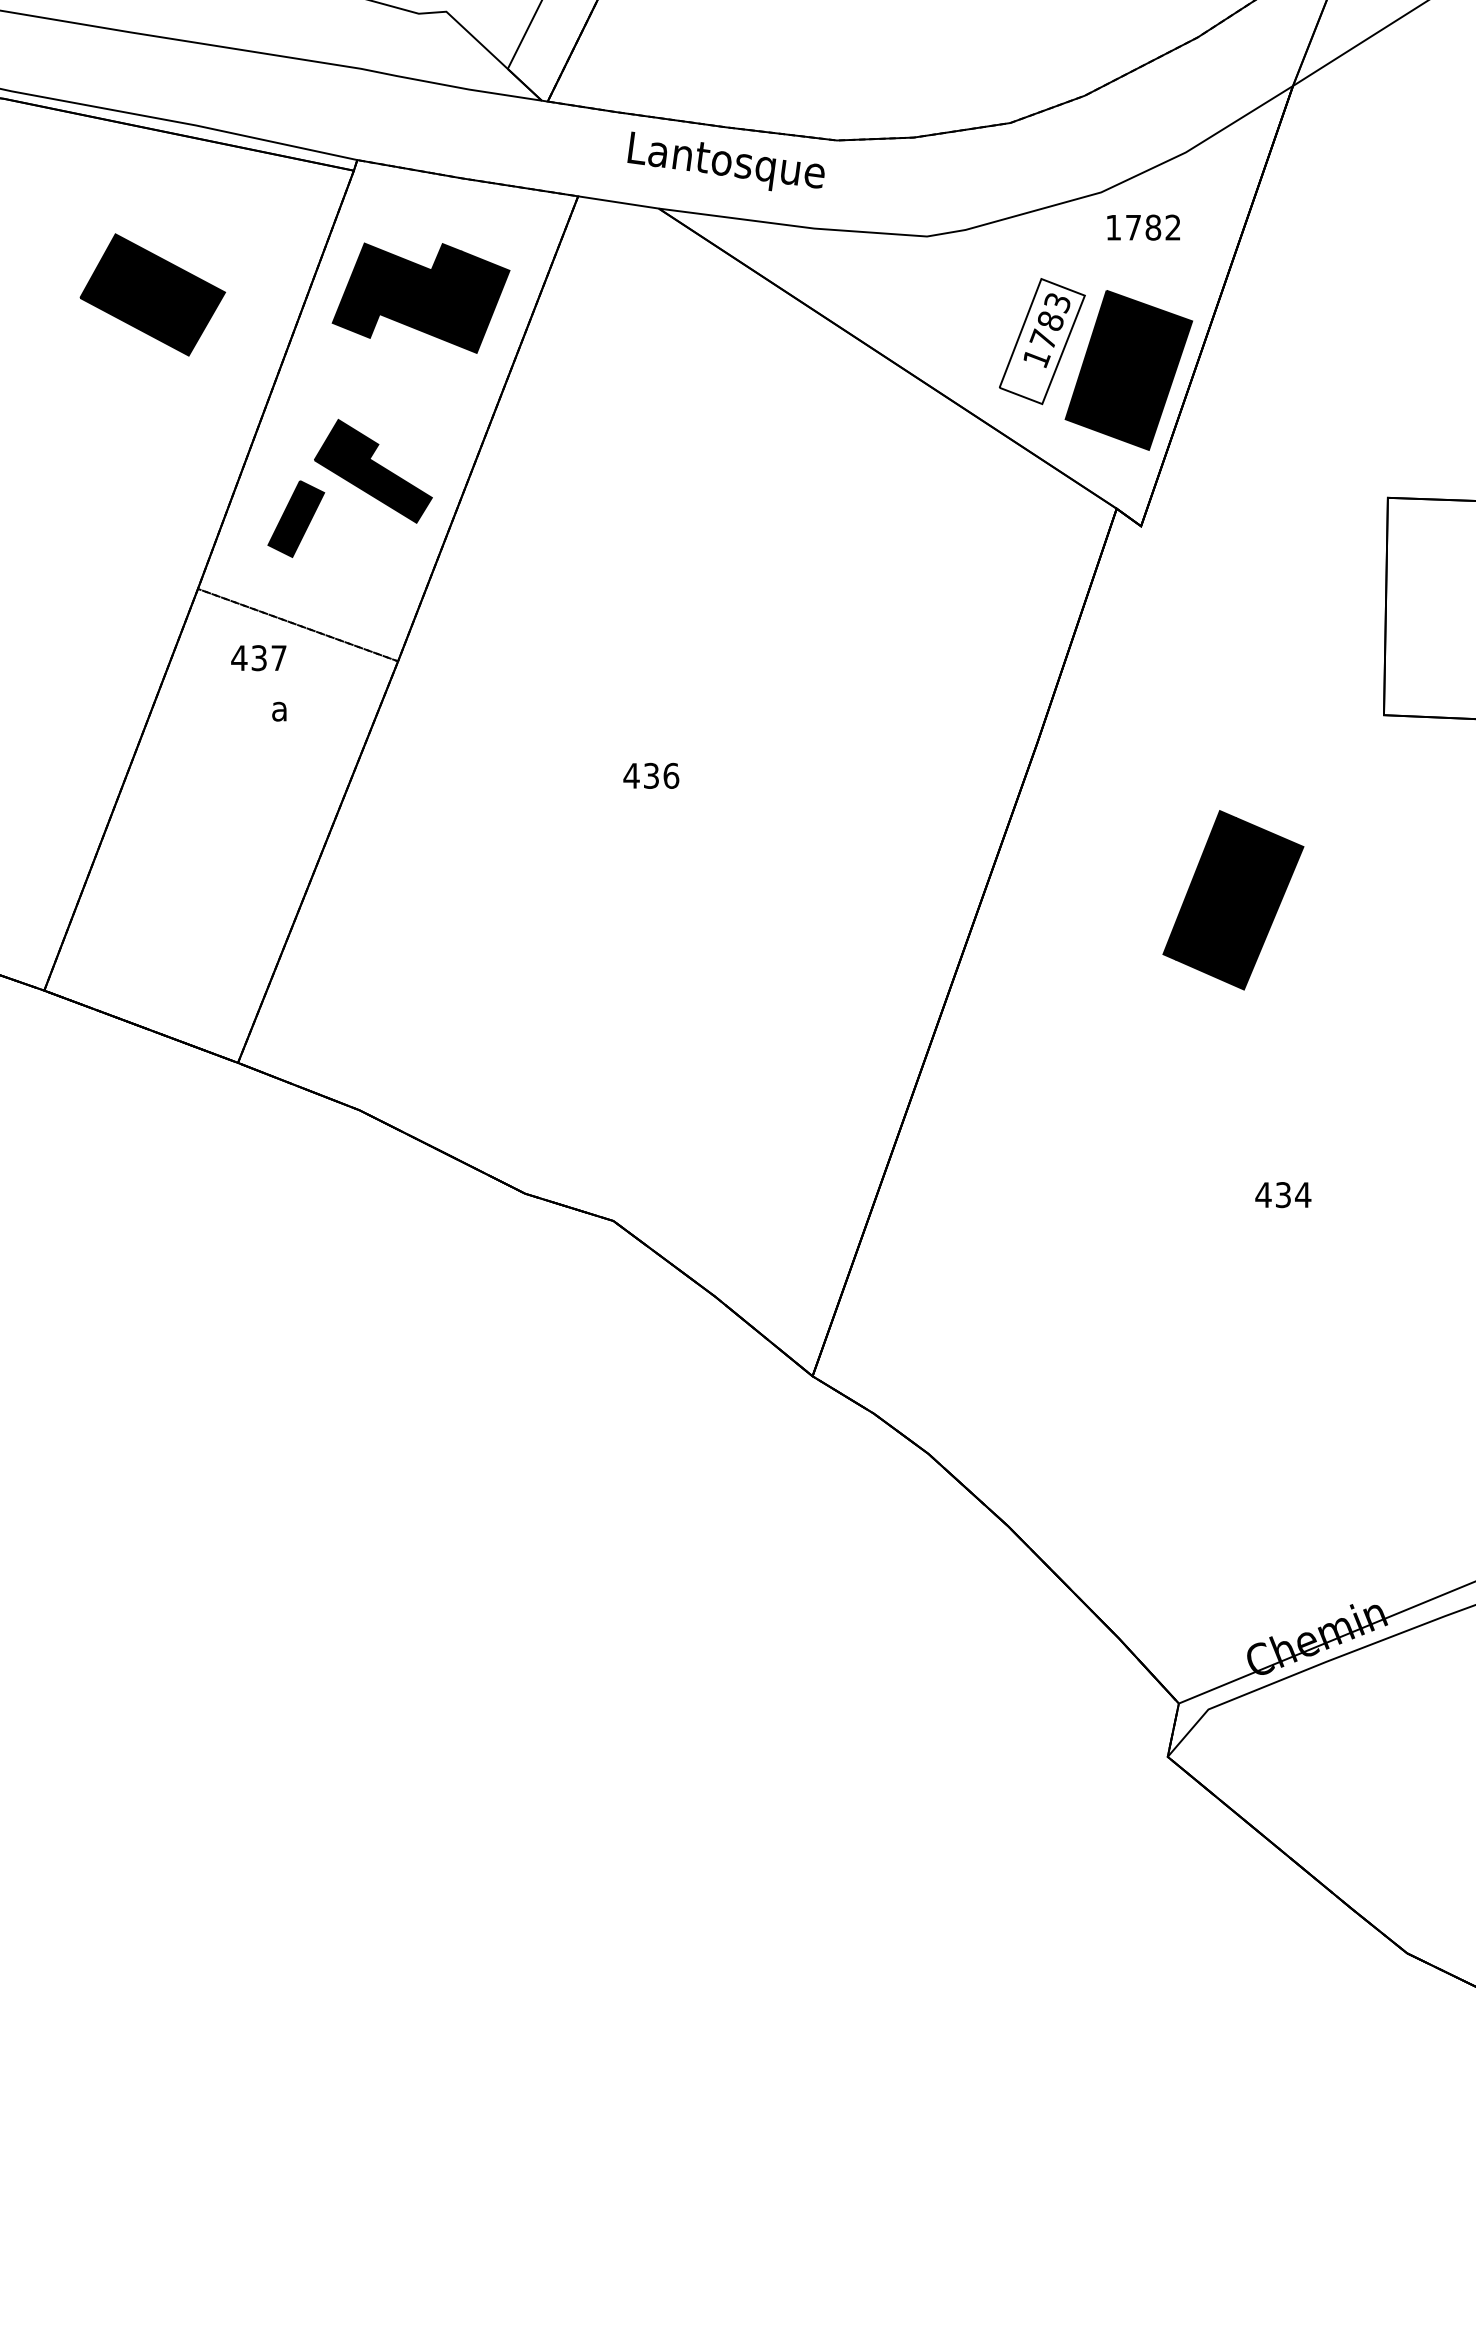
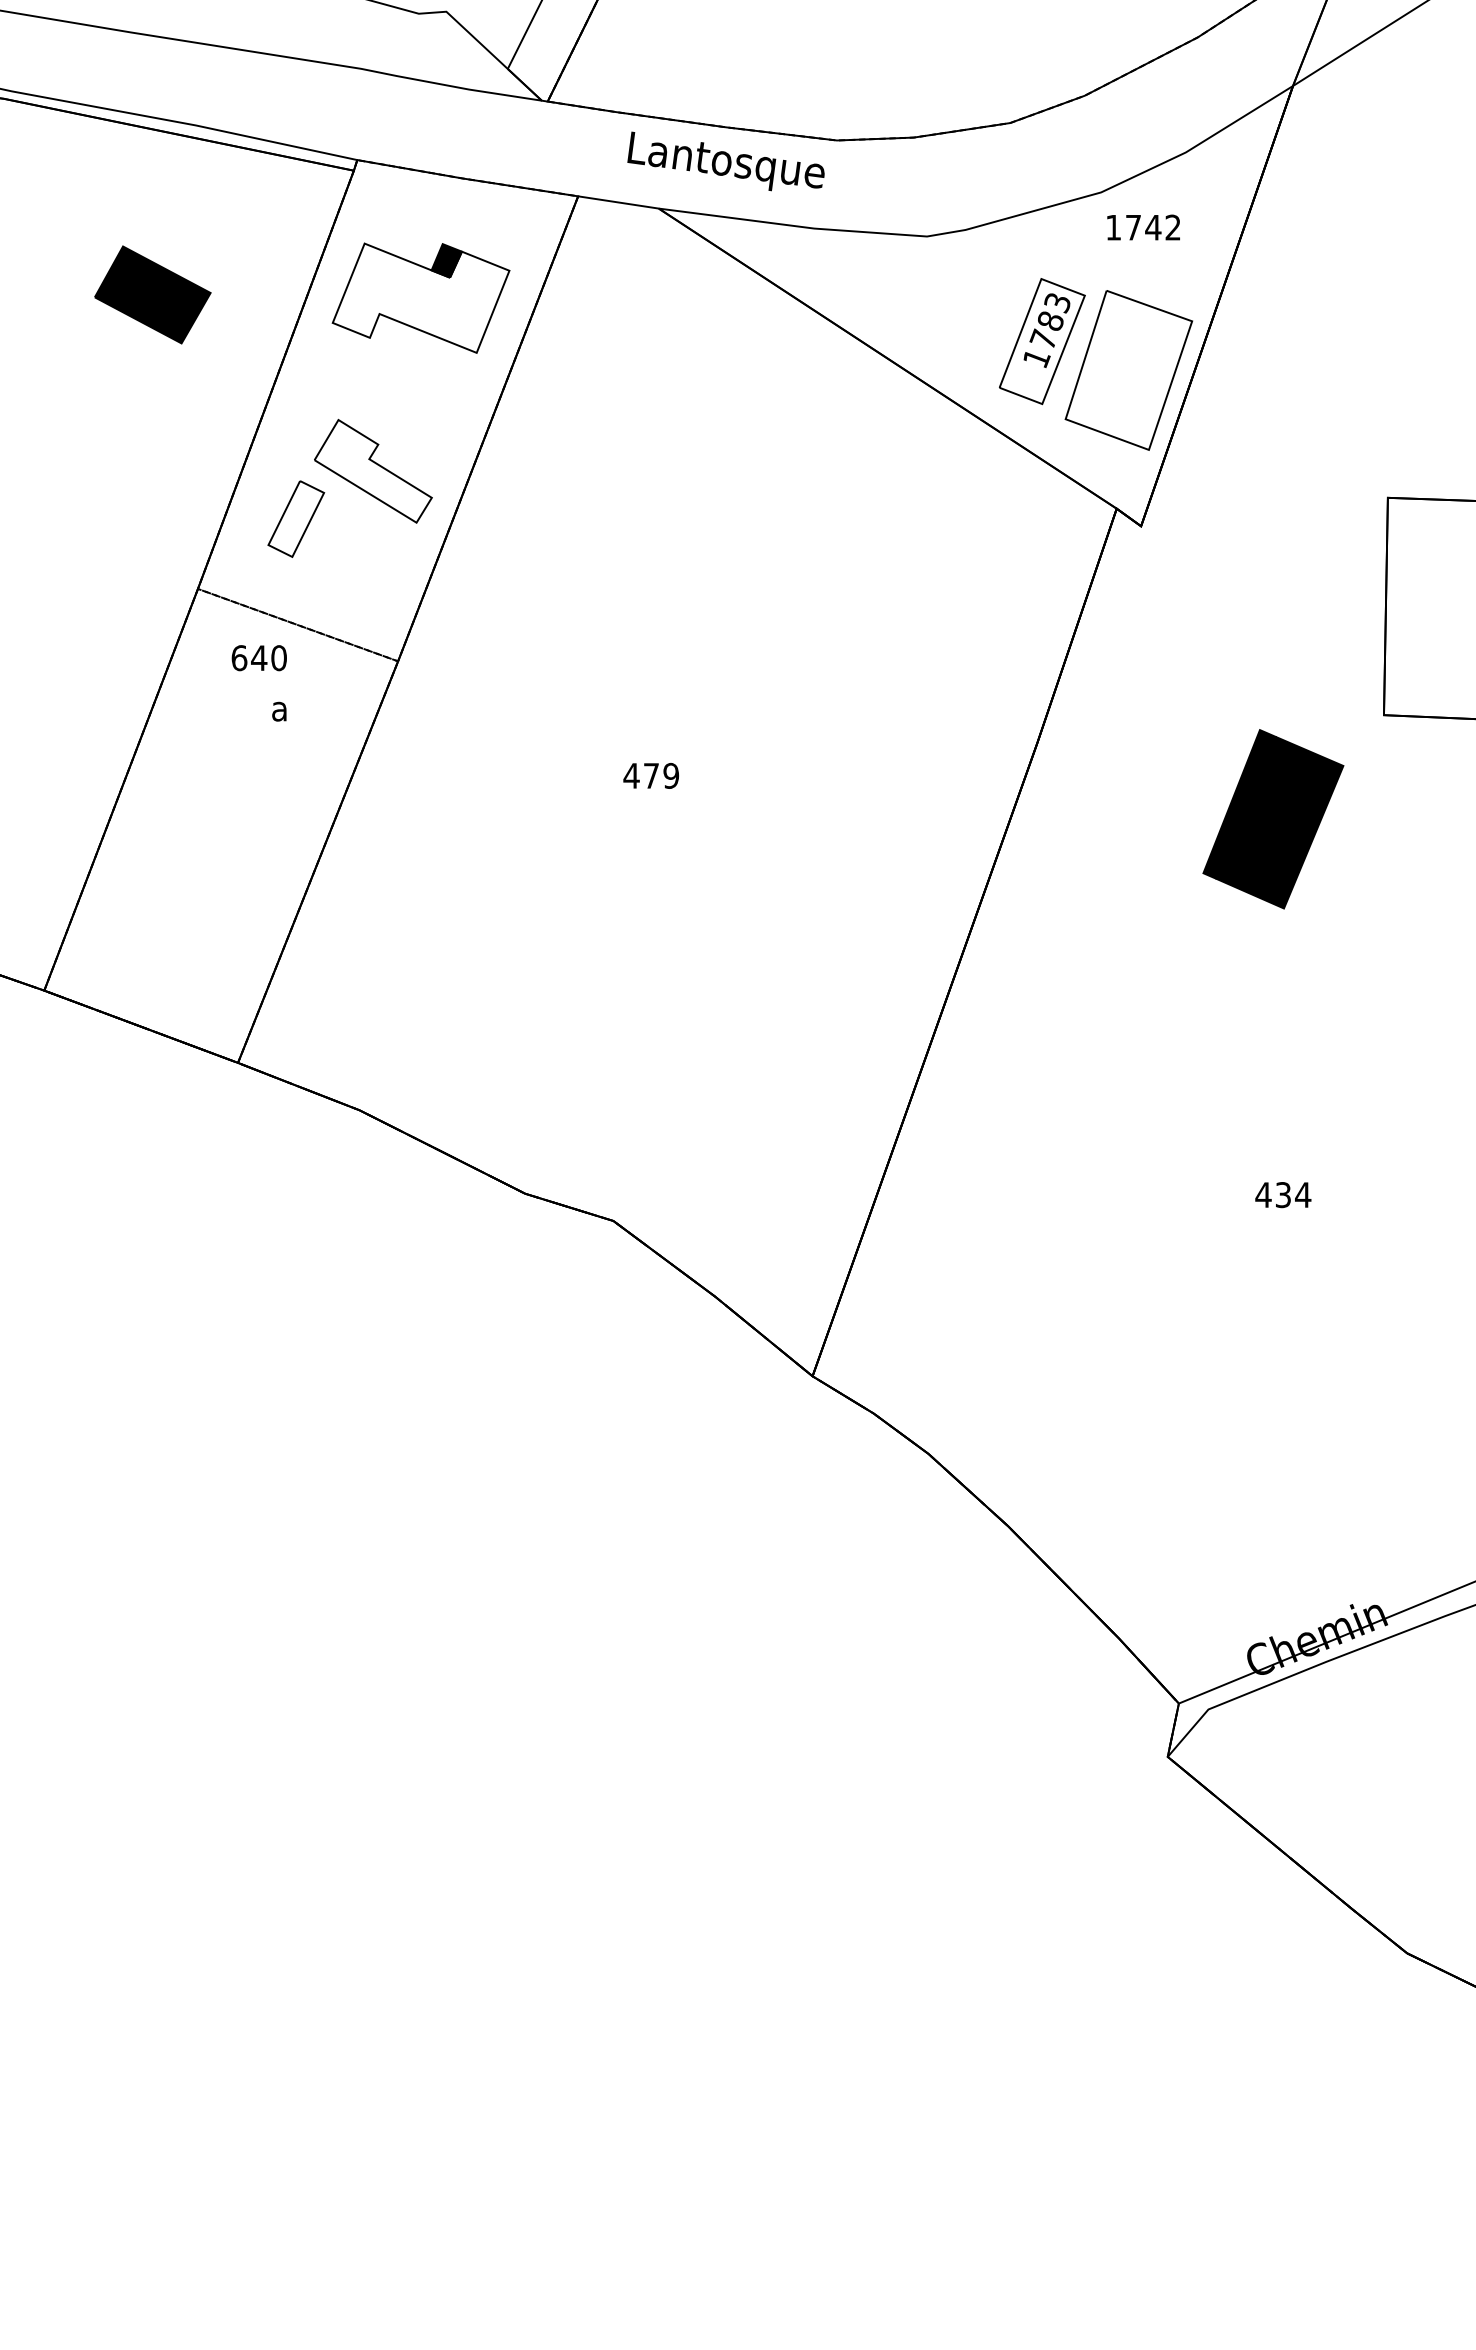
text at (1153, 227): 1782 -> 1742
part at (152, 294) size: 148x124 px -> 118x100 px
fill at (420, 297): present -> none
fill at (1128, 369): present -> none
fill at (372, 471): present -> none
fill at (296, 518): present -> none
text at (258, 658): 437 -> 640
text at (661, 775): 436 -> 479
part at (1233, 900) position: (1233, 900) -> (1273, 819)
